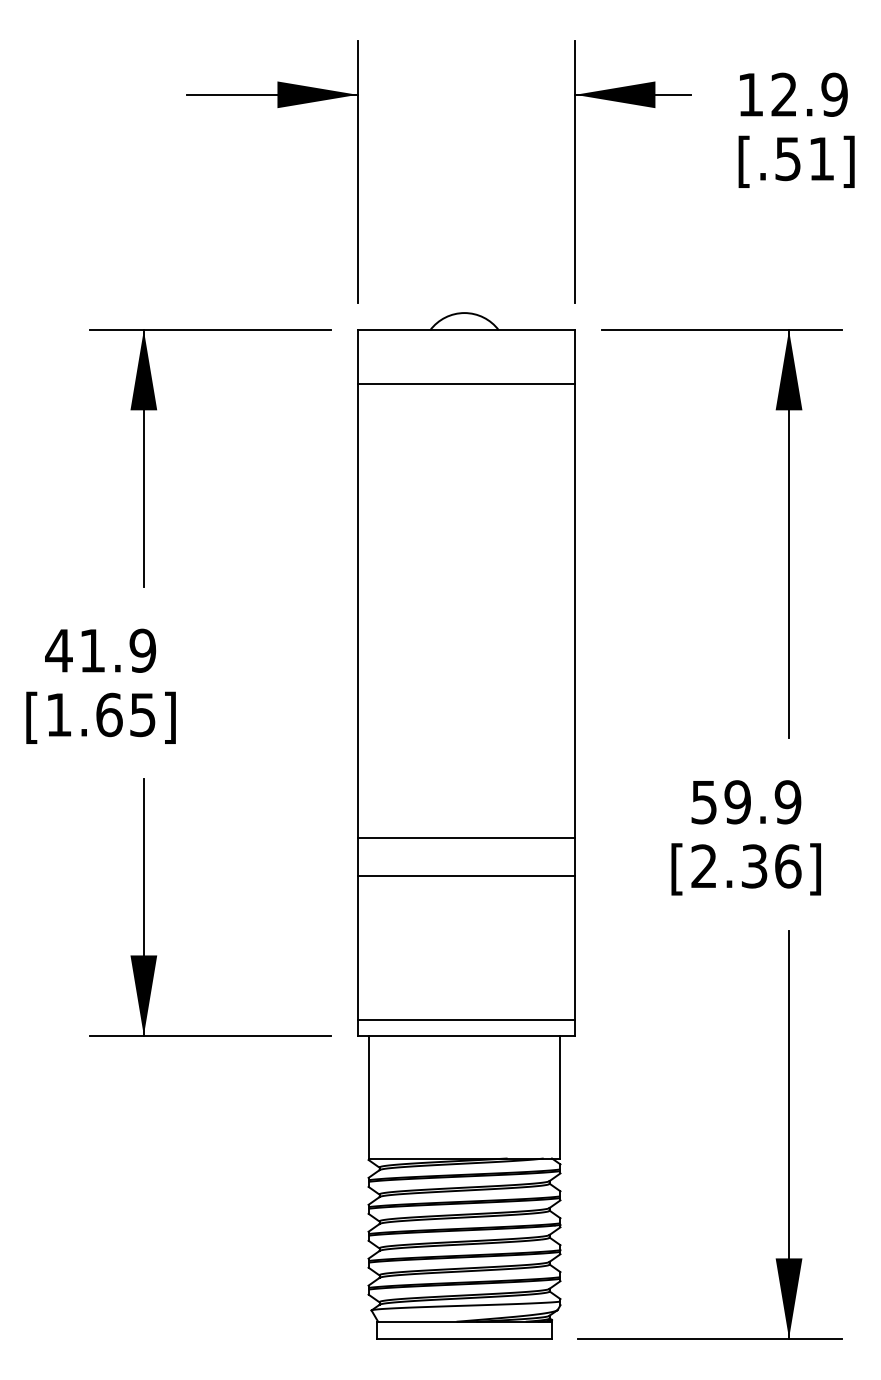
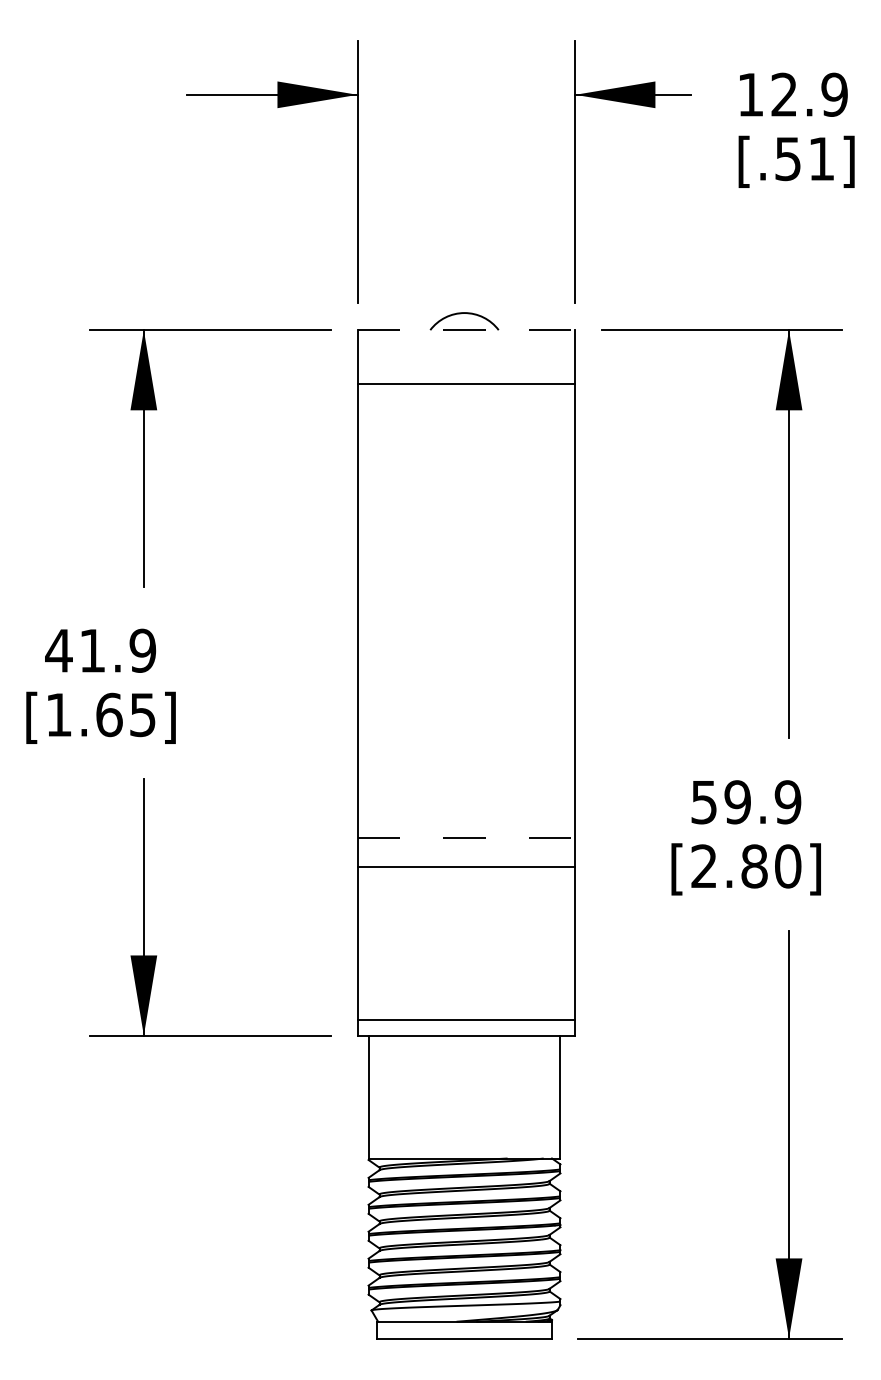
line at (466, 330): solid -> dashed
line at (466, 838): solid -> dashed
text at (771, 866): [2.36] -> [2.80]
line at (466, 875) position: (466, 875) -> (466, 866)
